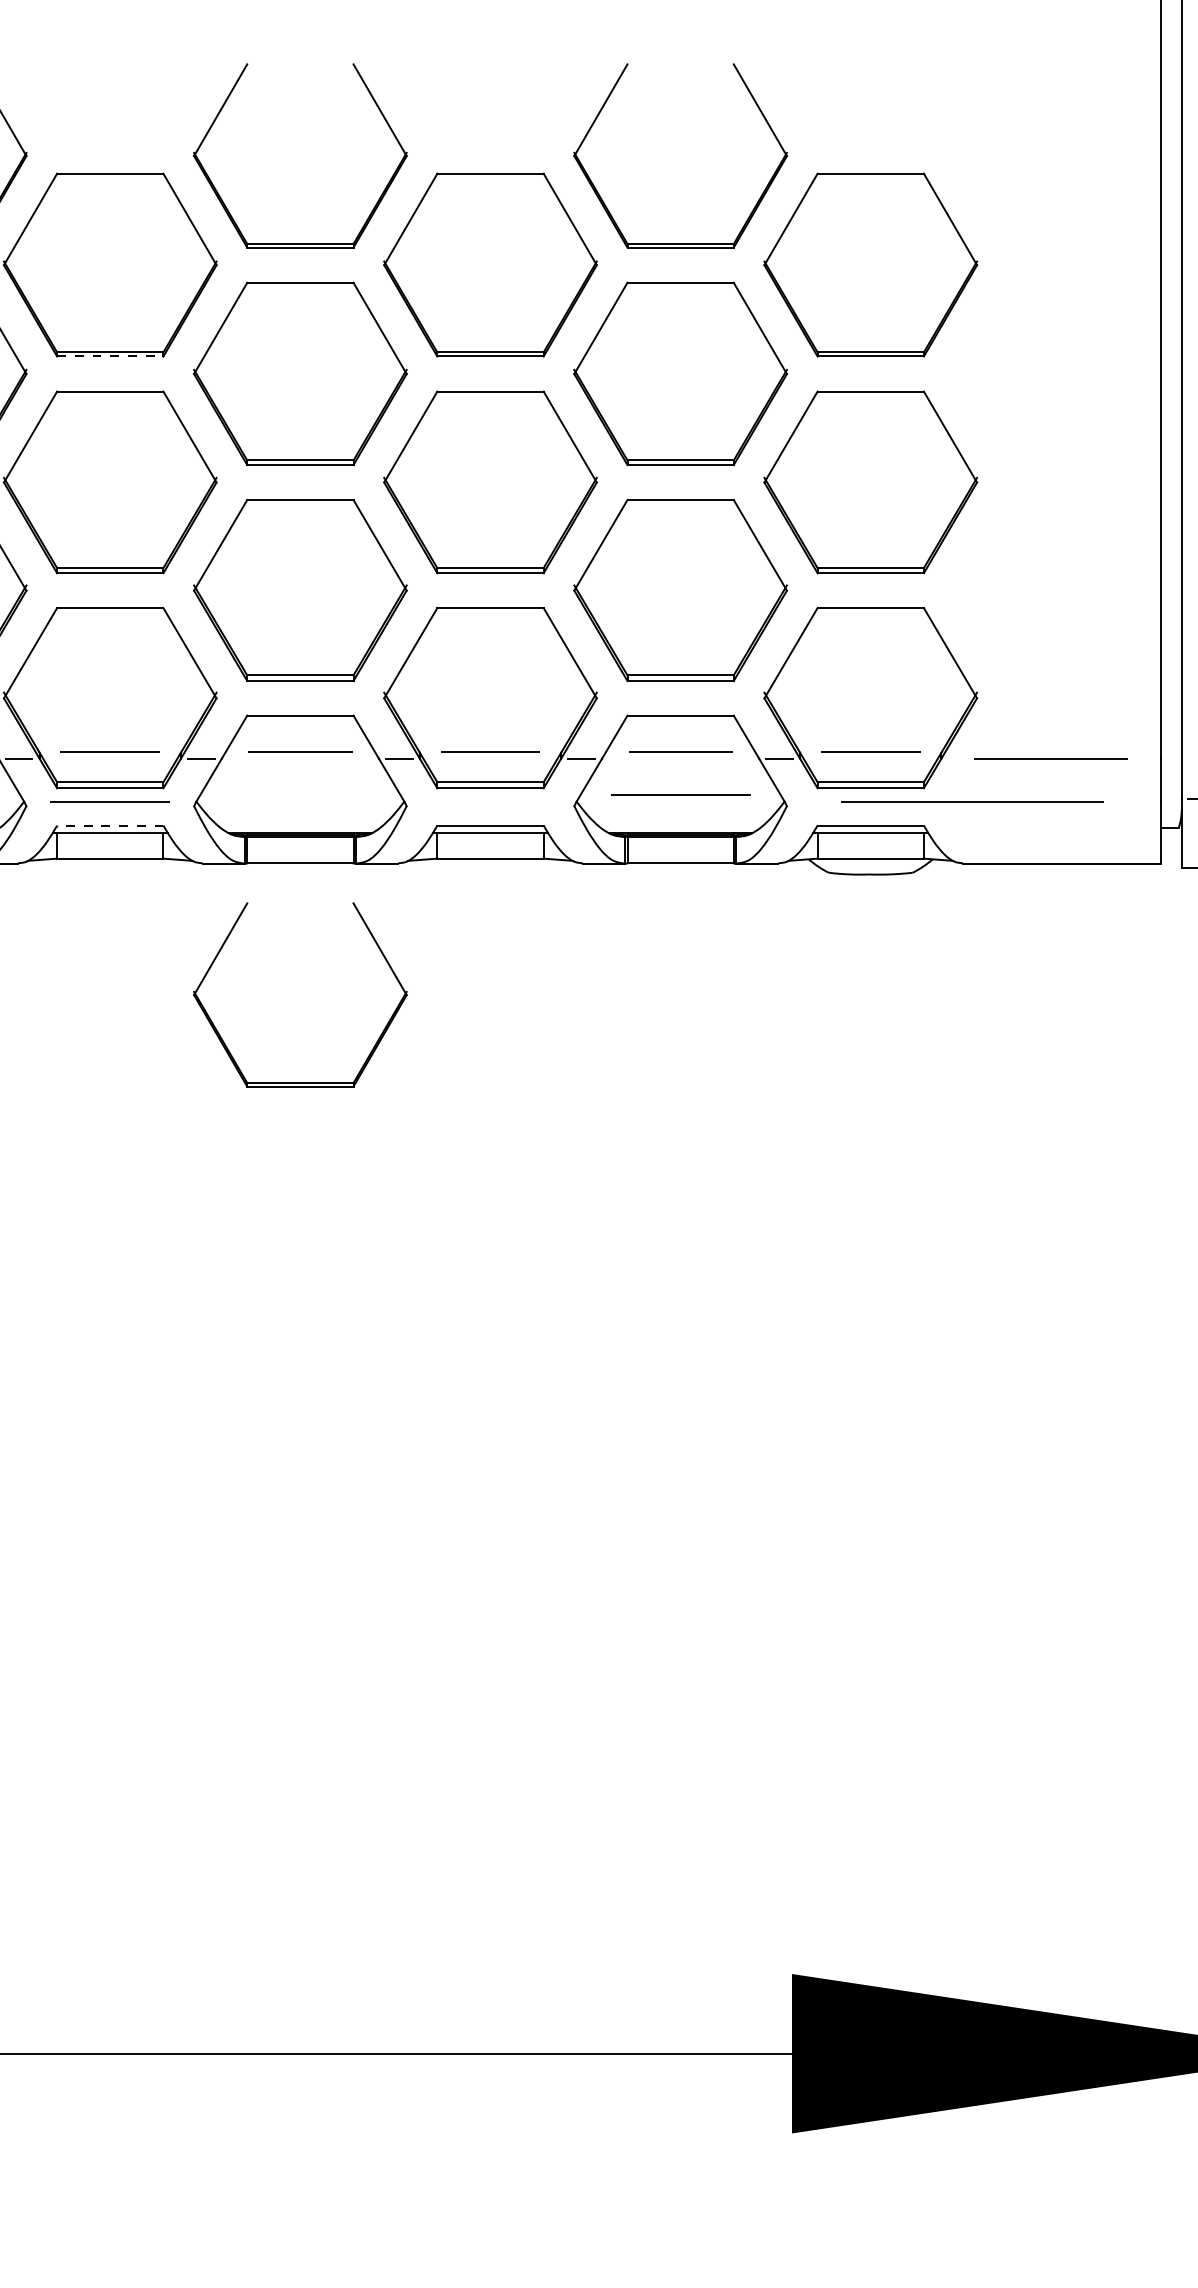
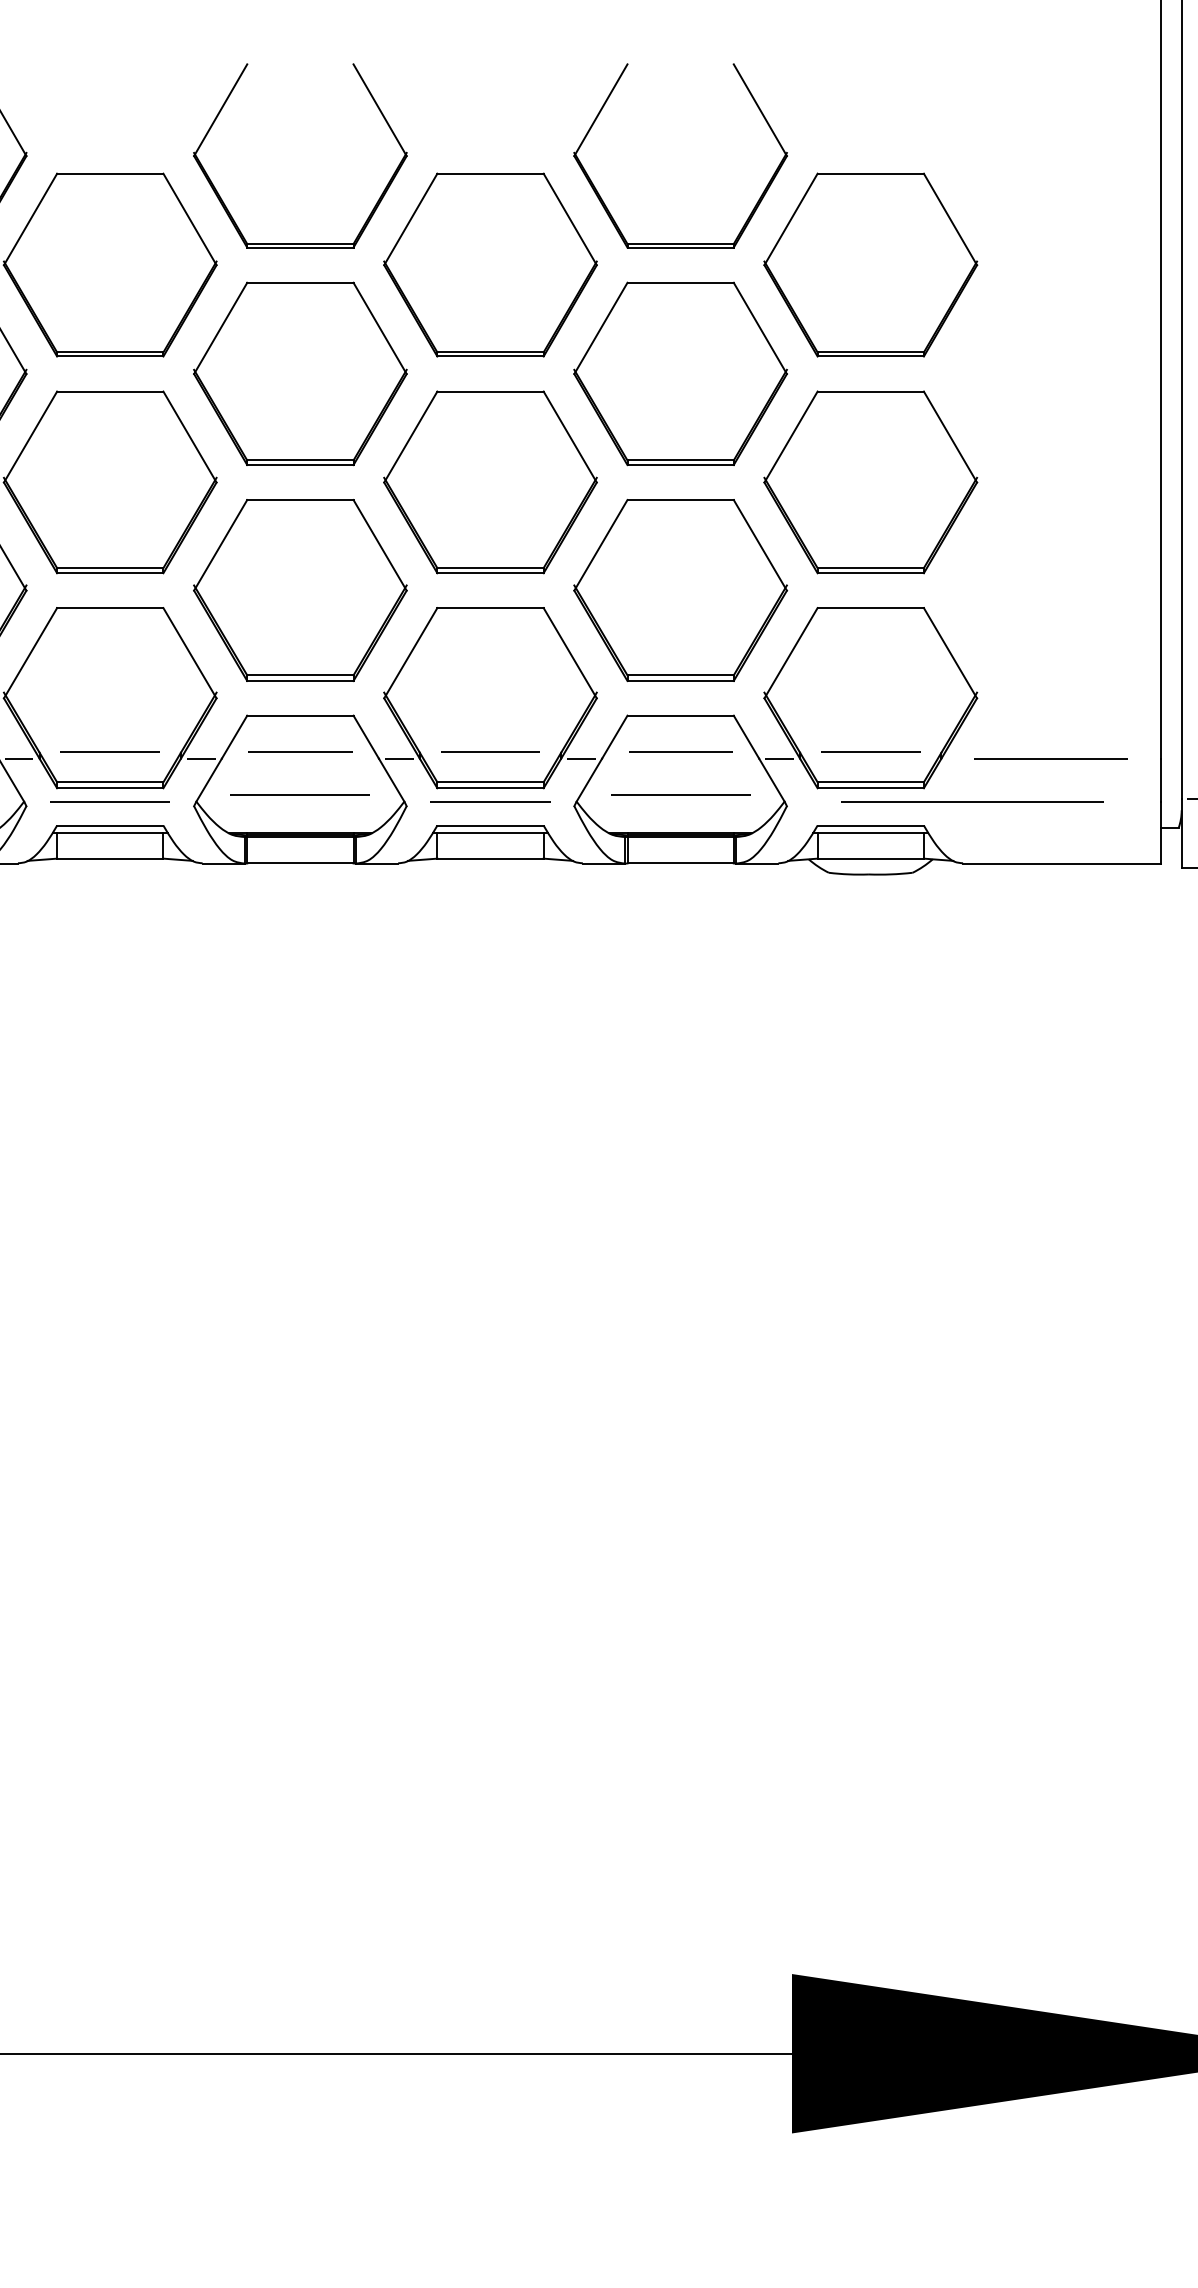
line at (110, 356): dashed -> solid
line at (300, 794): none -> present
line at (490, 801): none -> present
line at (109, 825): dashed -> solid
part at (300, 1082): present -> none
